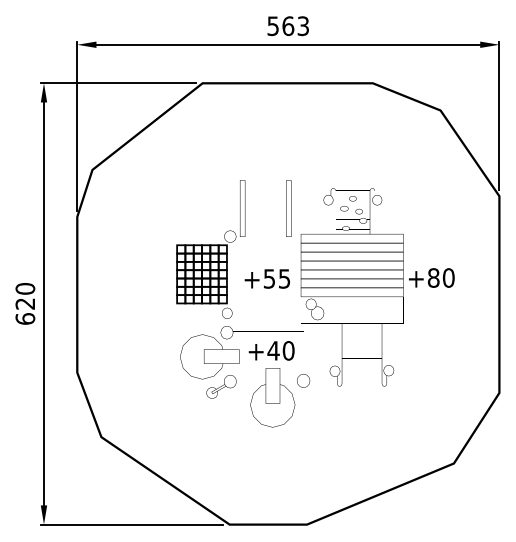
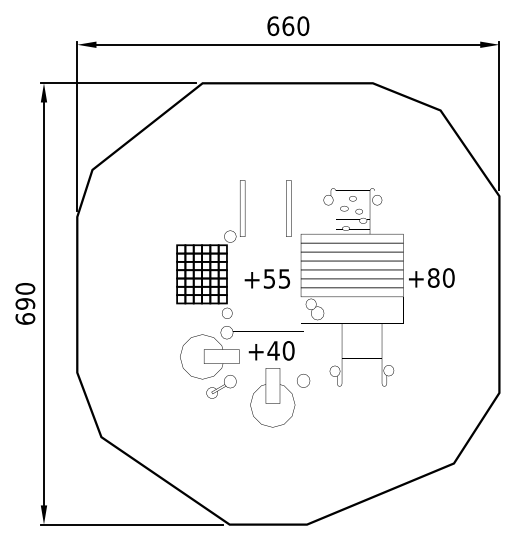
text at (288, 26): 563 -> 660
text at (25, 303): 620 -> 690
